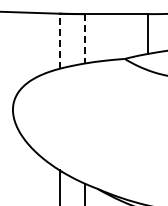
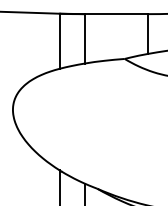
line at (84, 38): dashed -> solid
line at (59, 41): dashed -> solid
